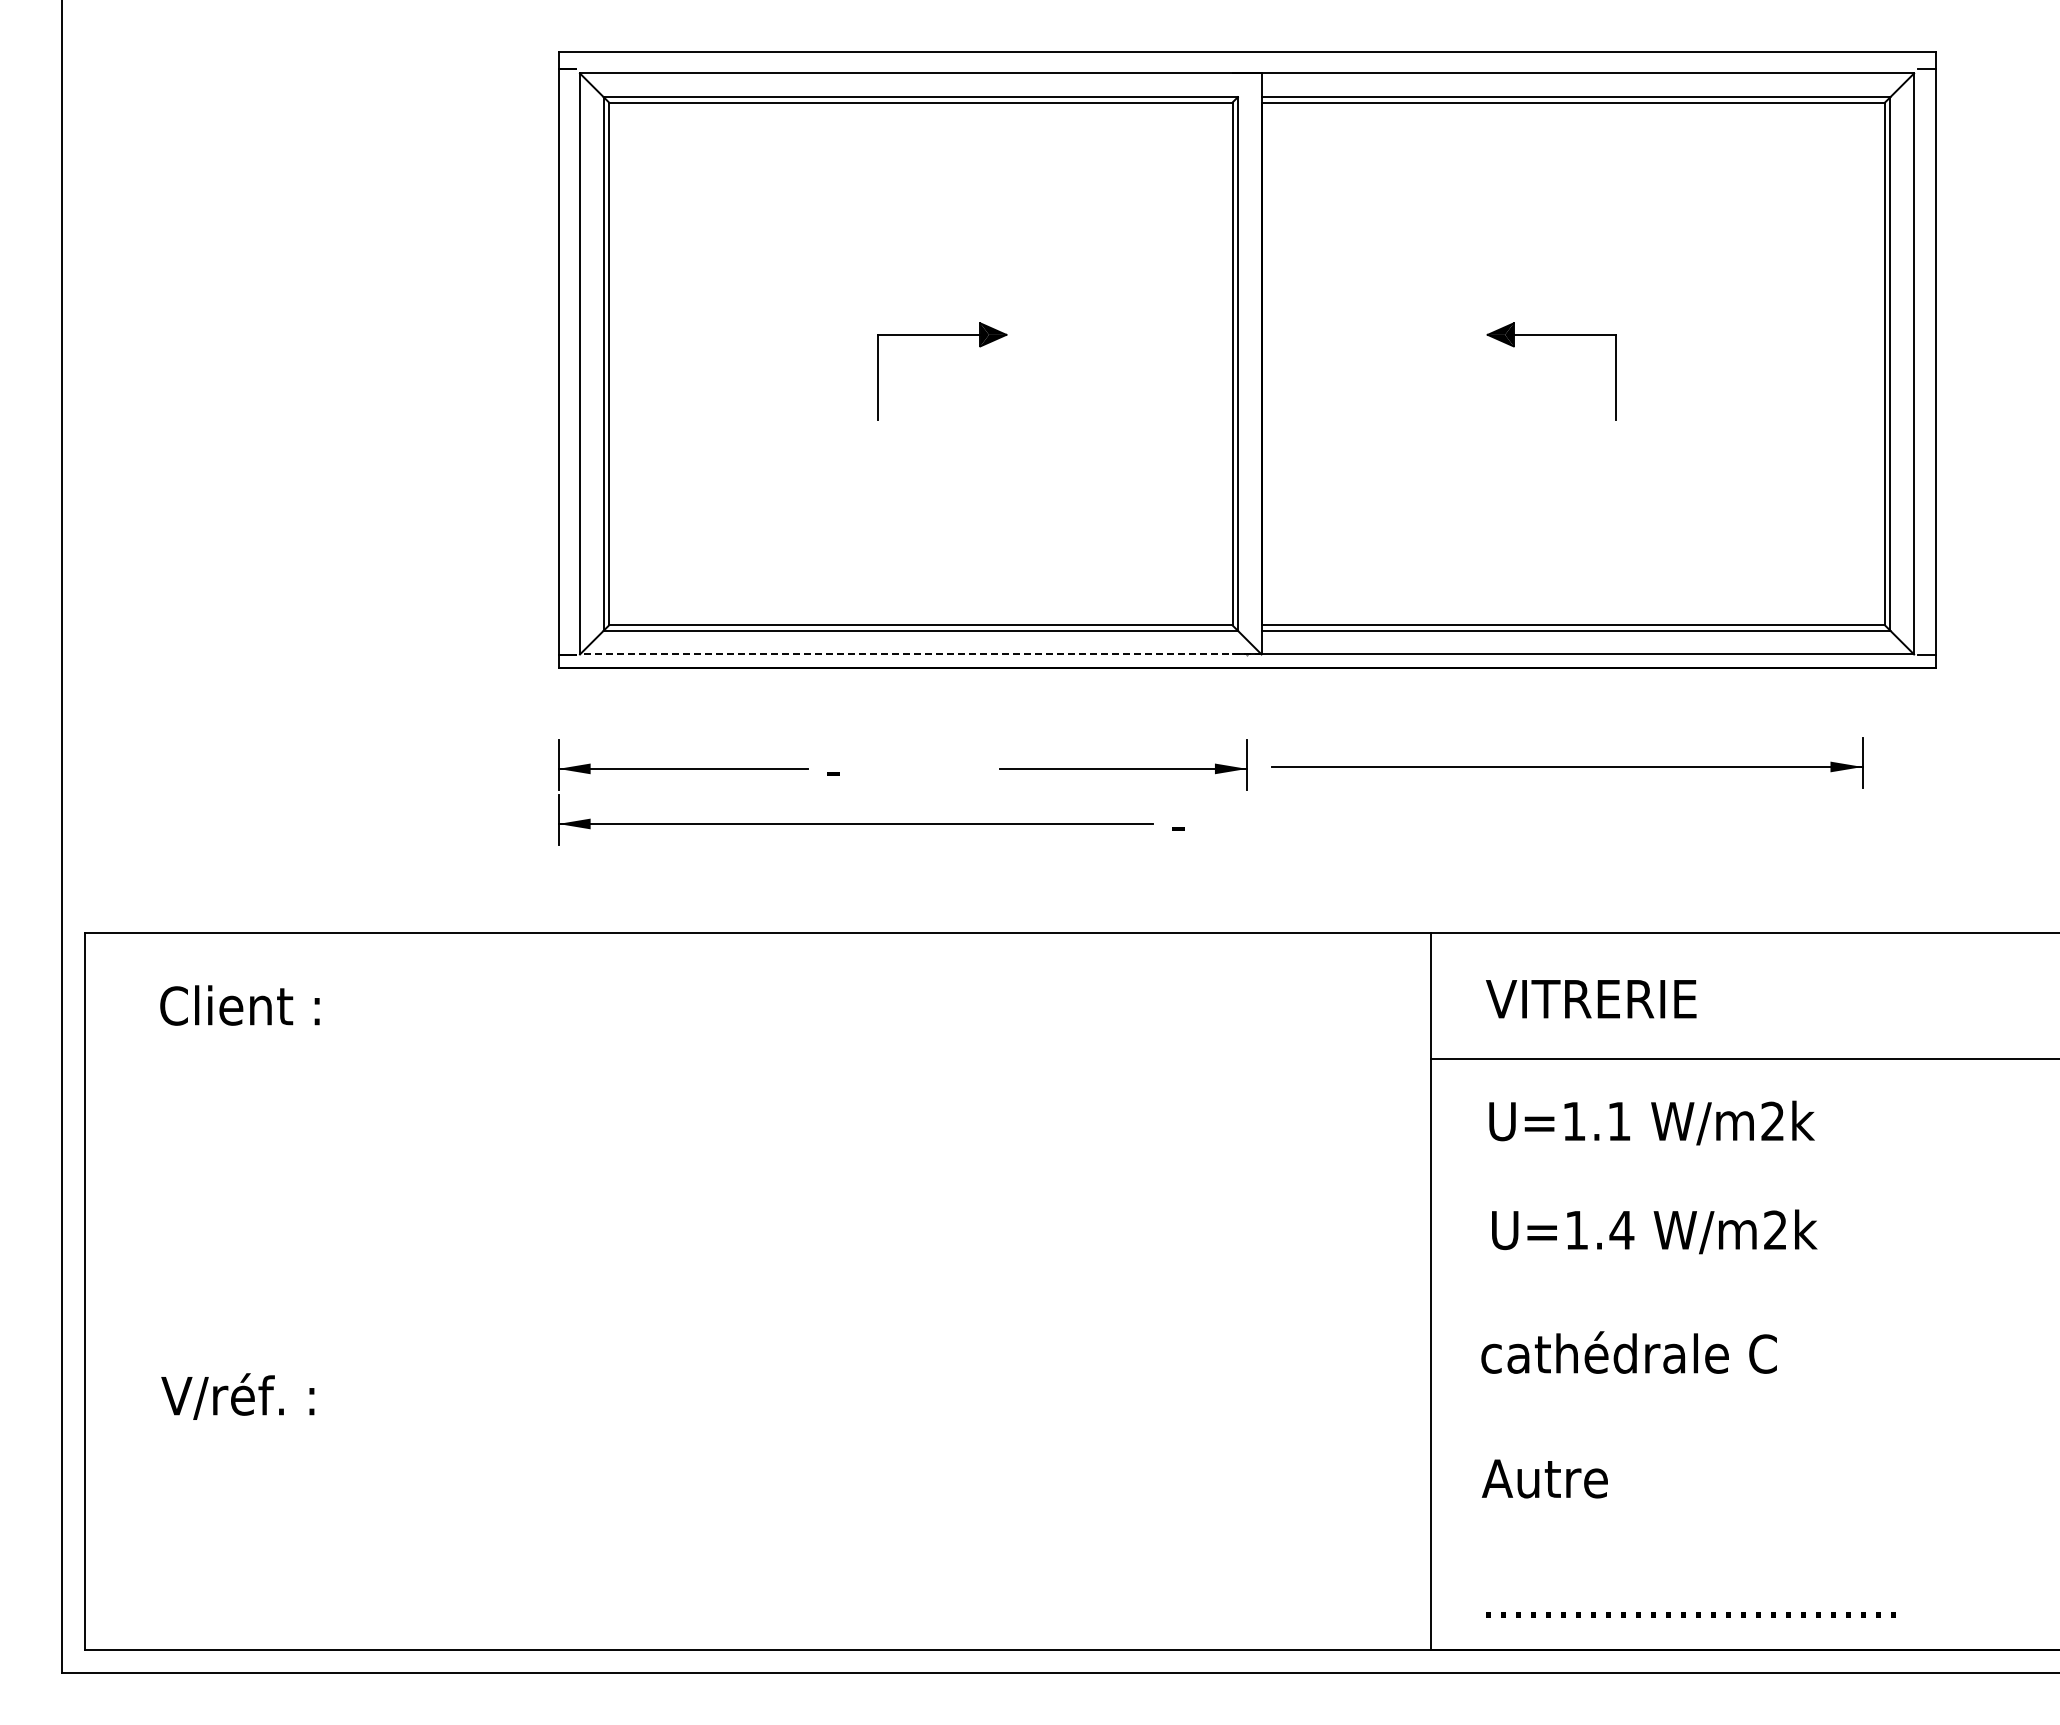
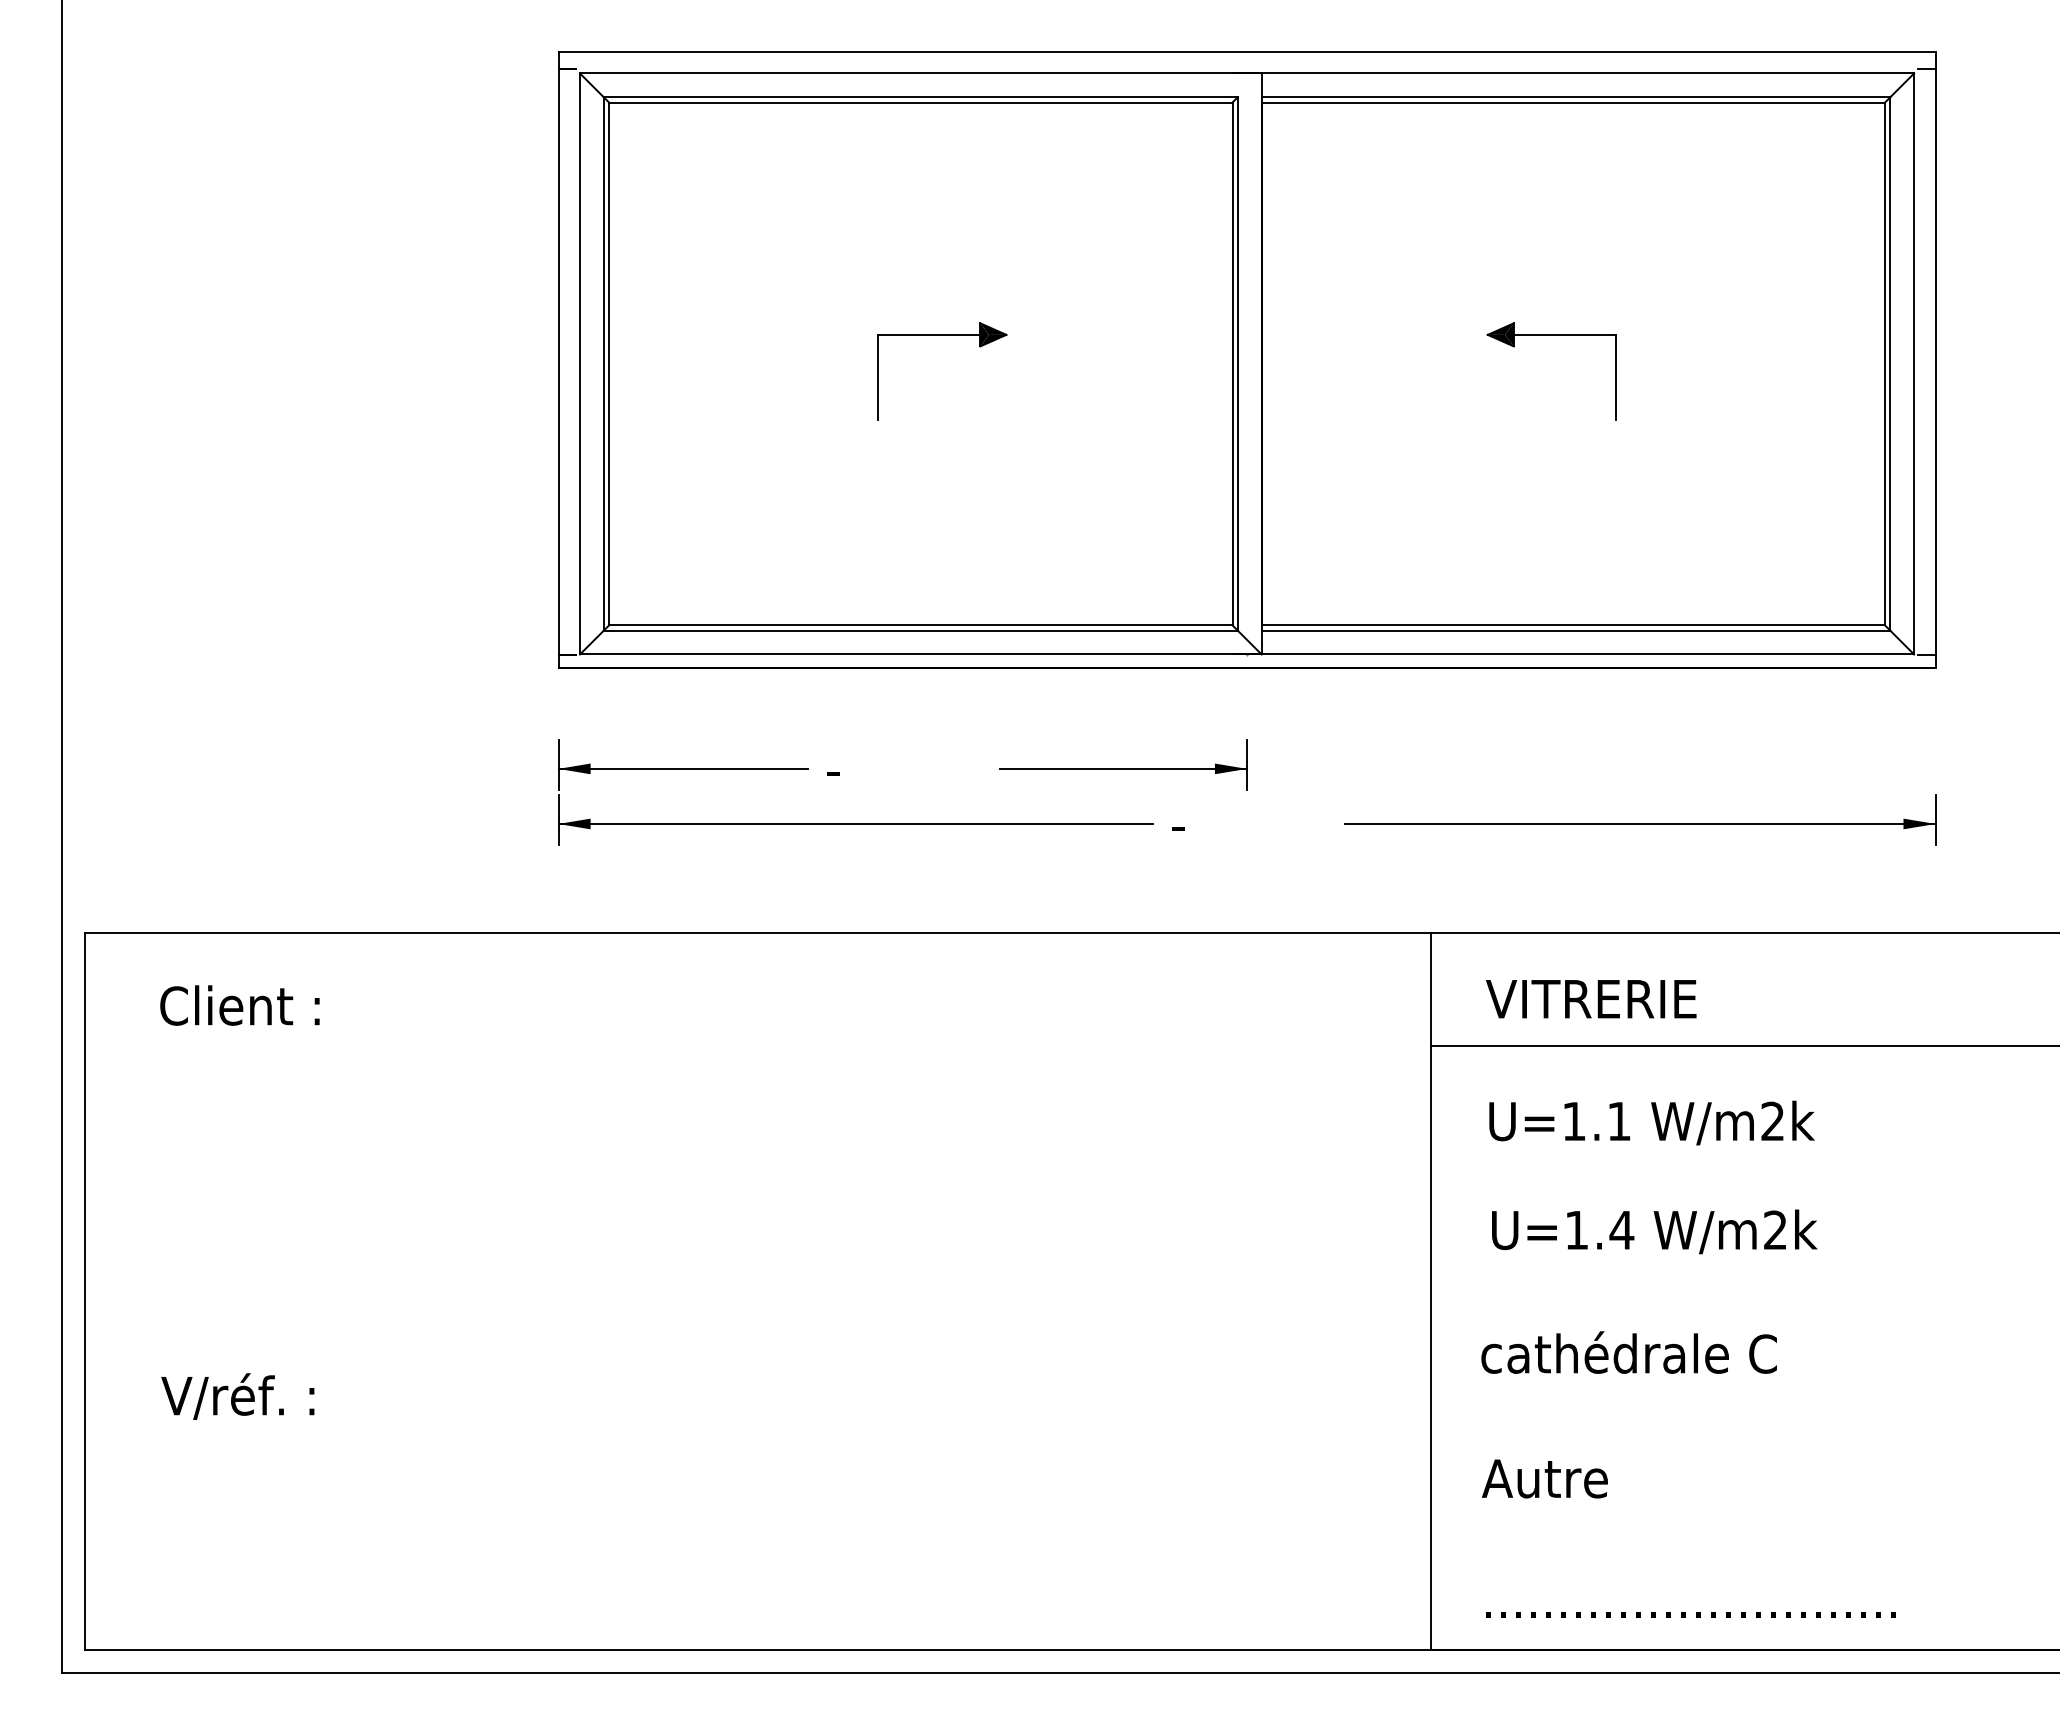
line at (920, 654): dashed -> solid
part at (1567, 762) position: (1567, 762) -> (1640, 819)
line at (1743, 1058) position: (1743, 1058) -> (1743, 1045)
